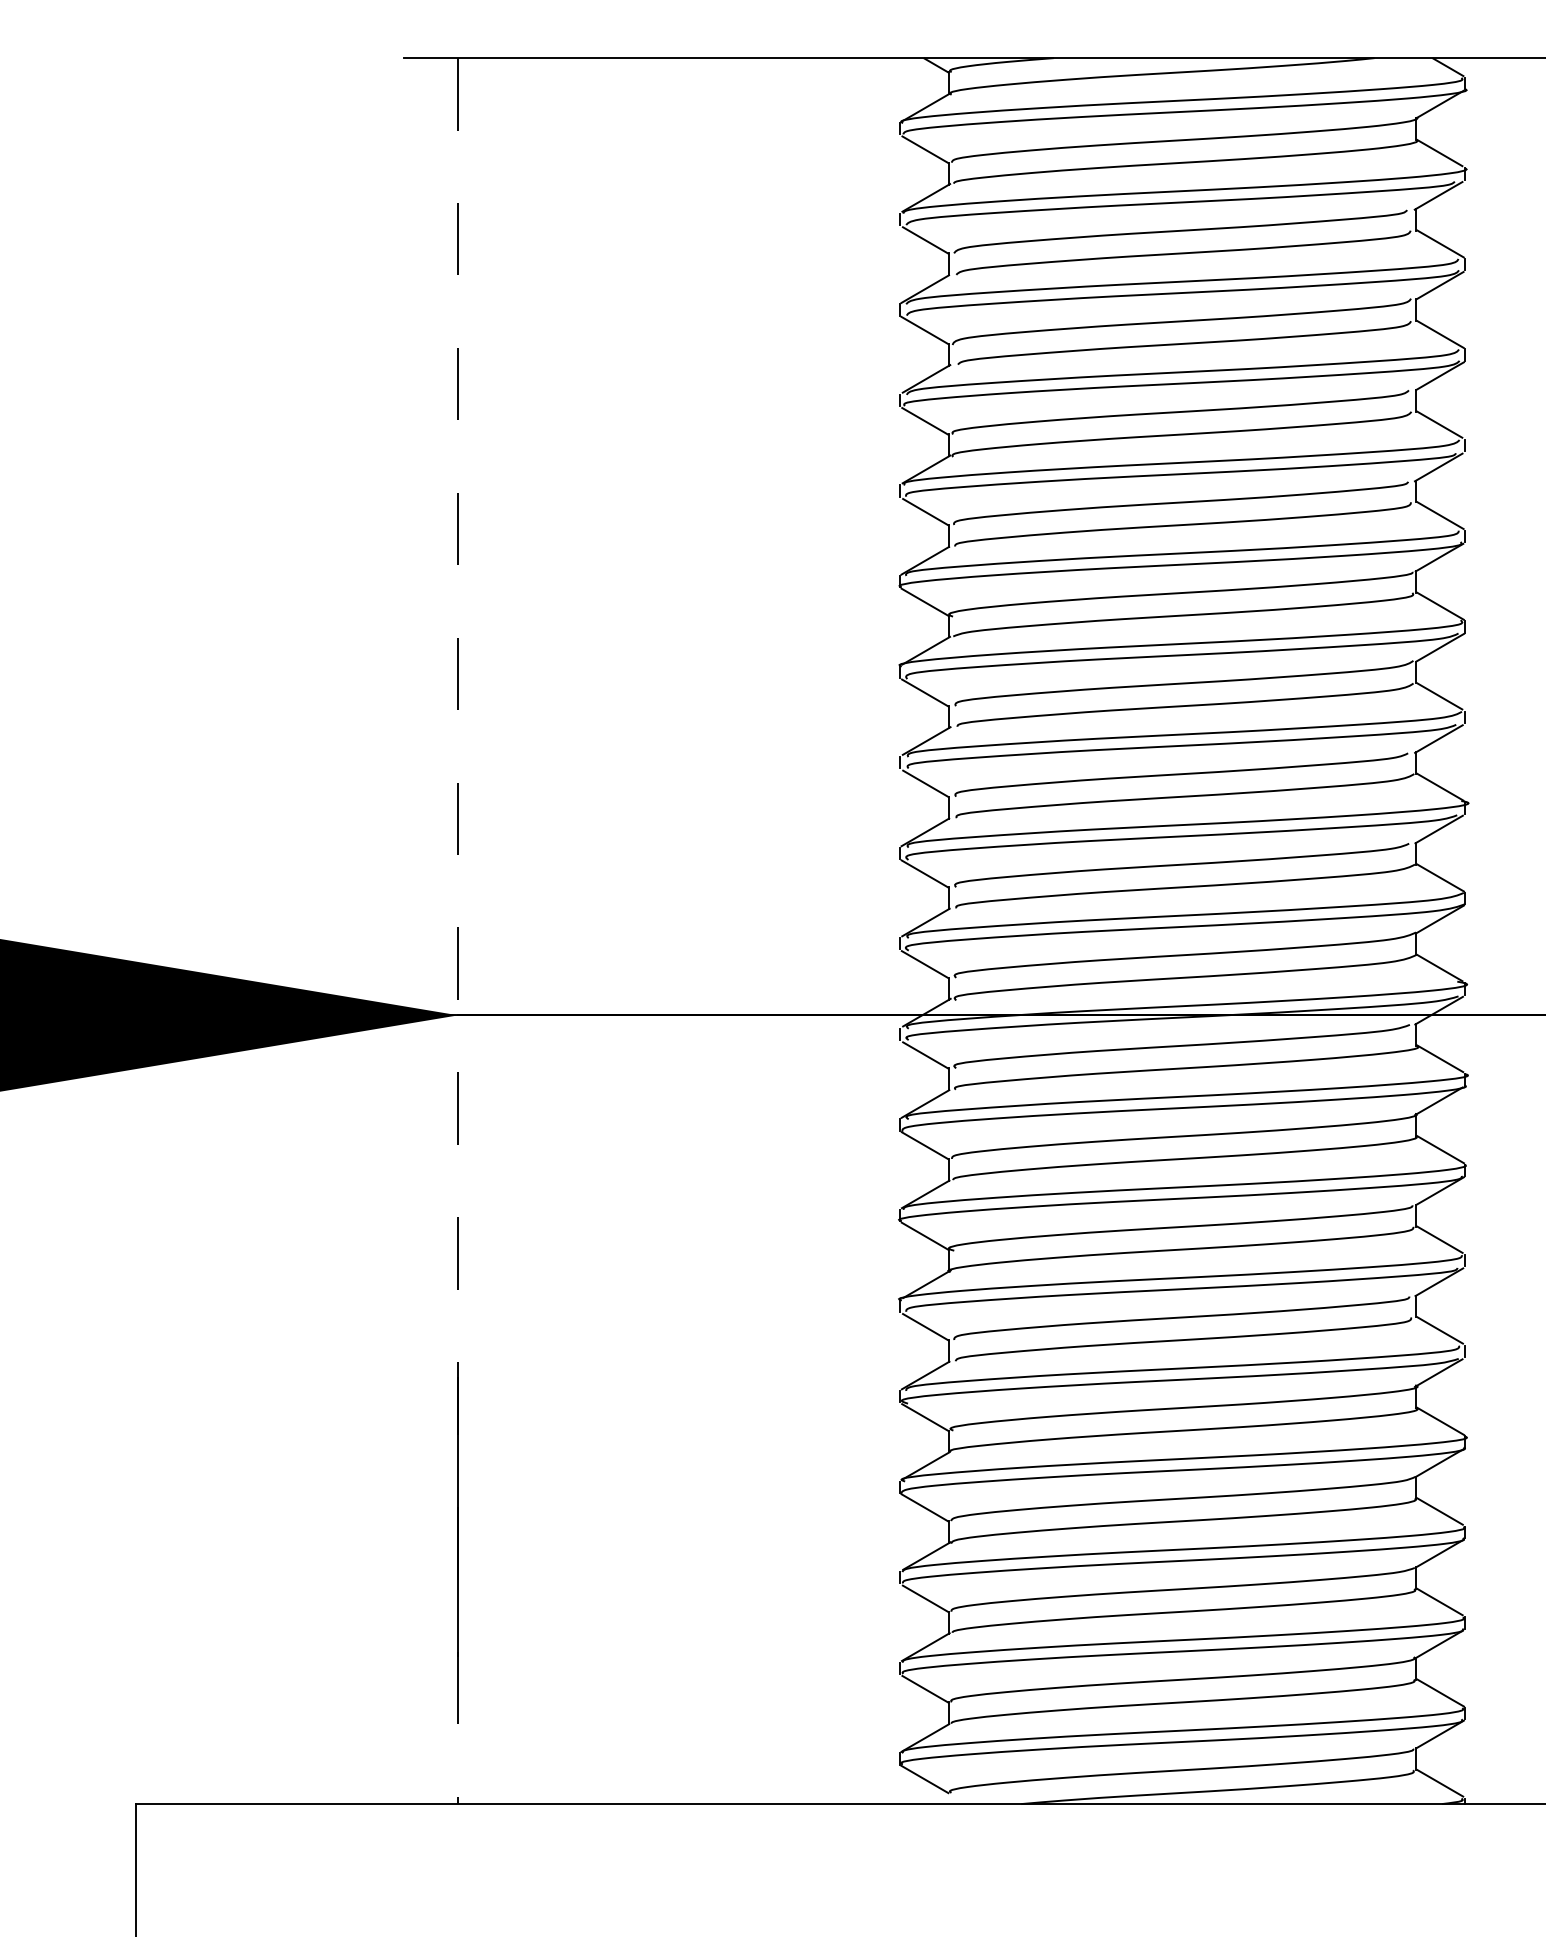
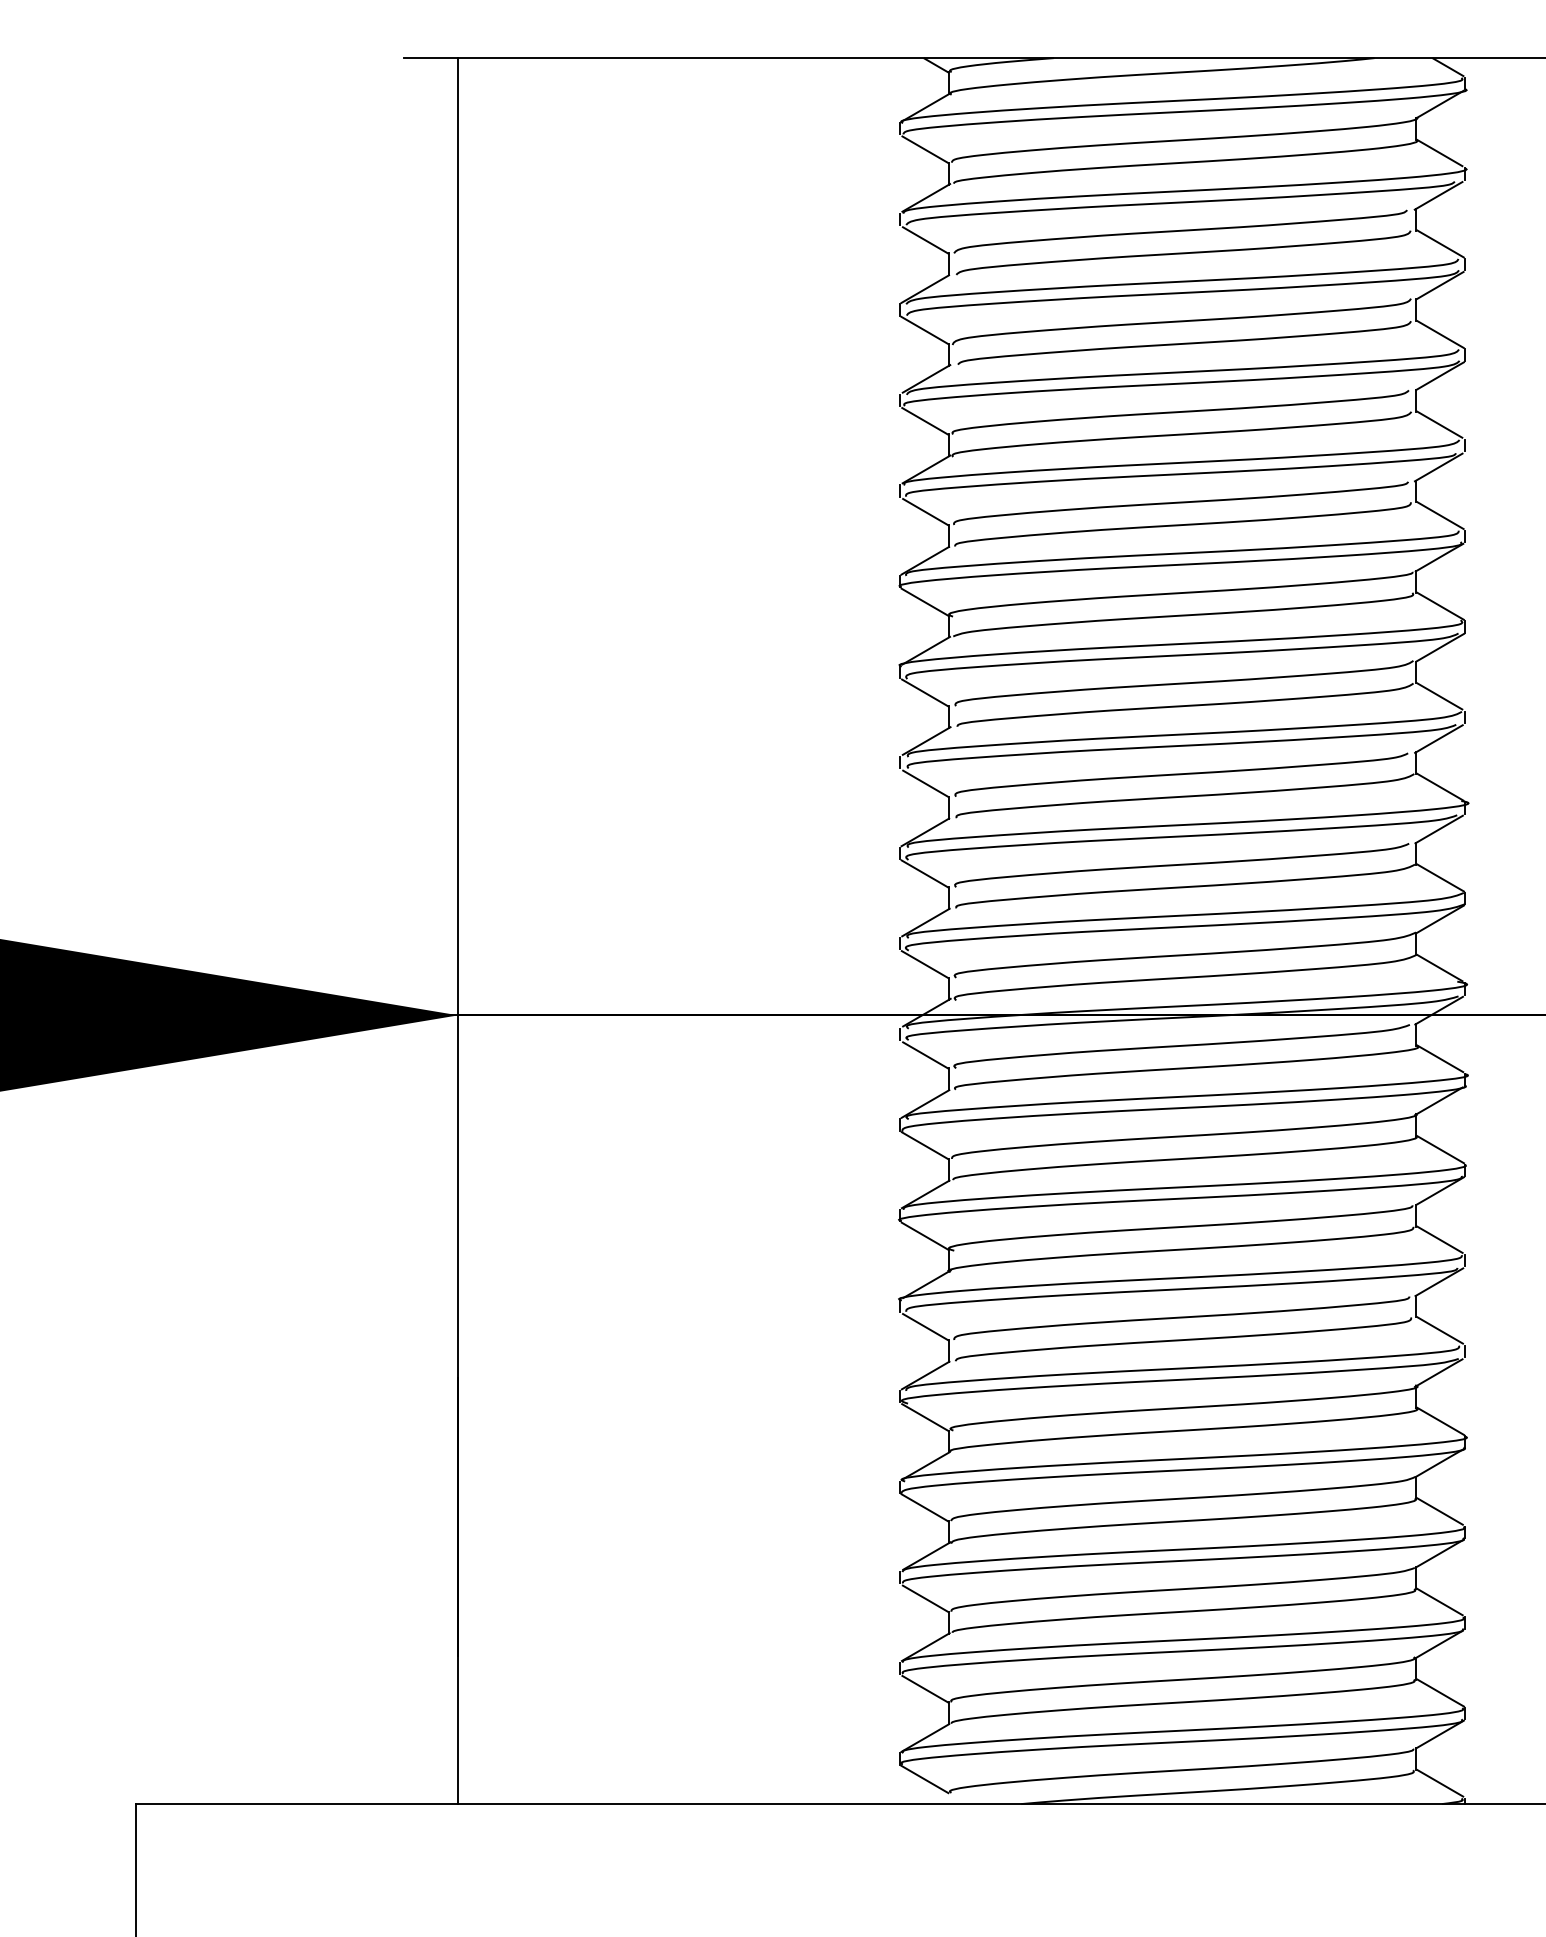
line at (458, 931): dashed -> solid
